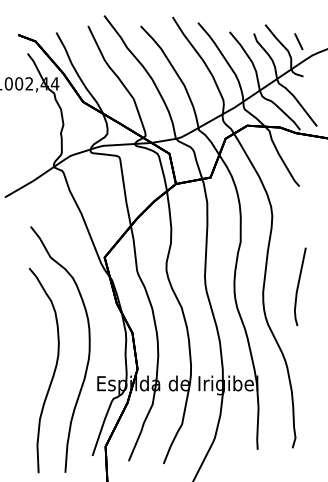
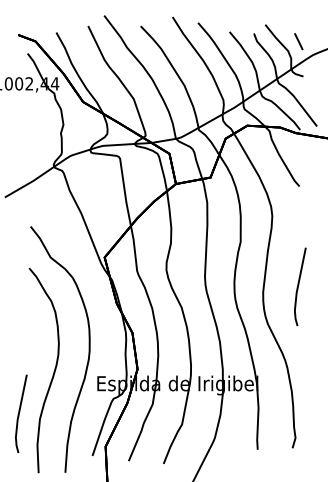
line at (20, 412): none -> present
